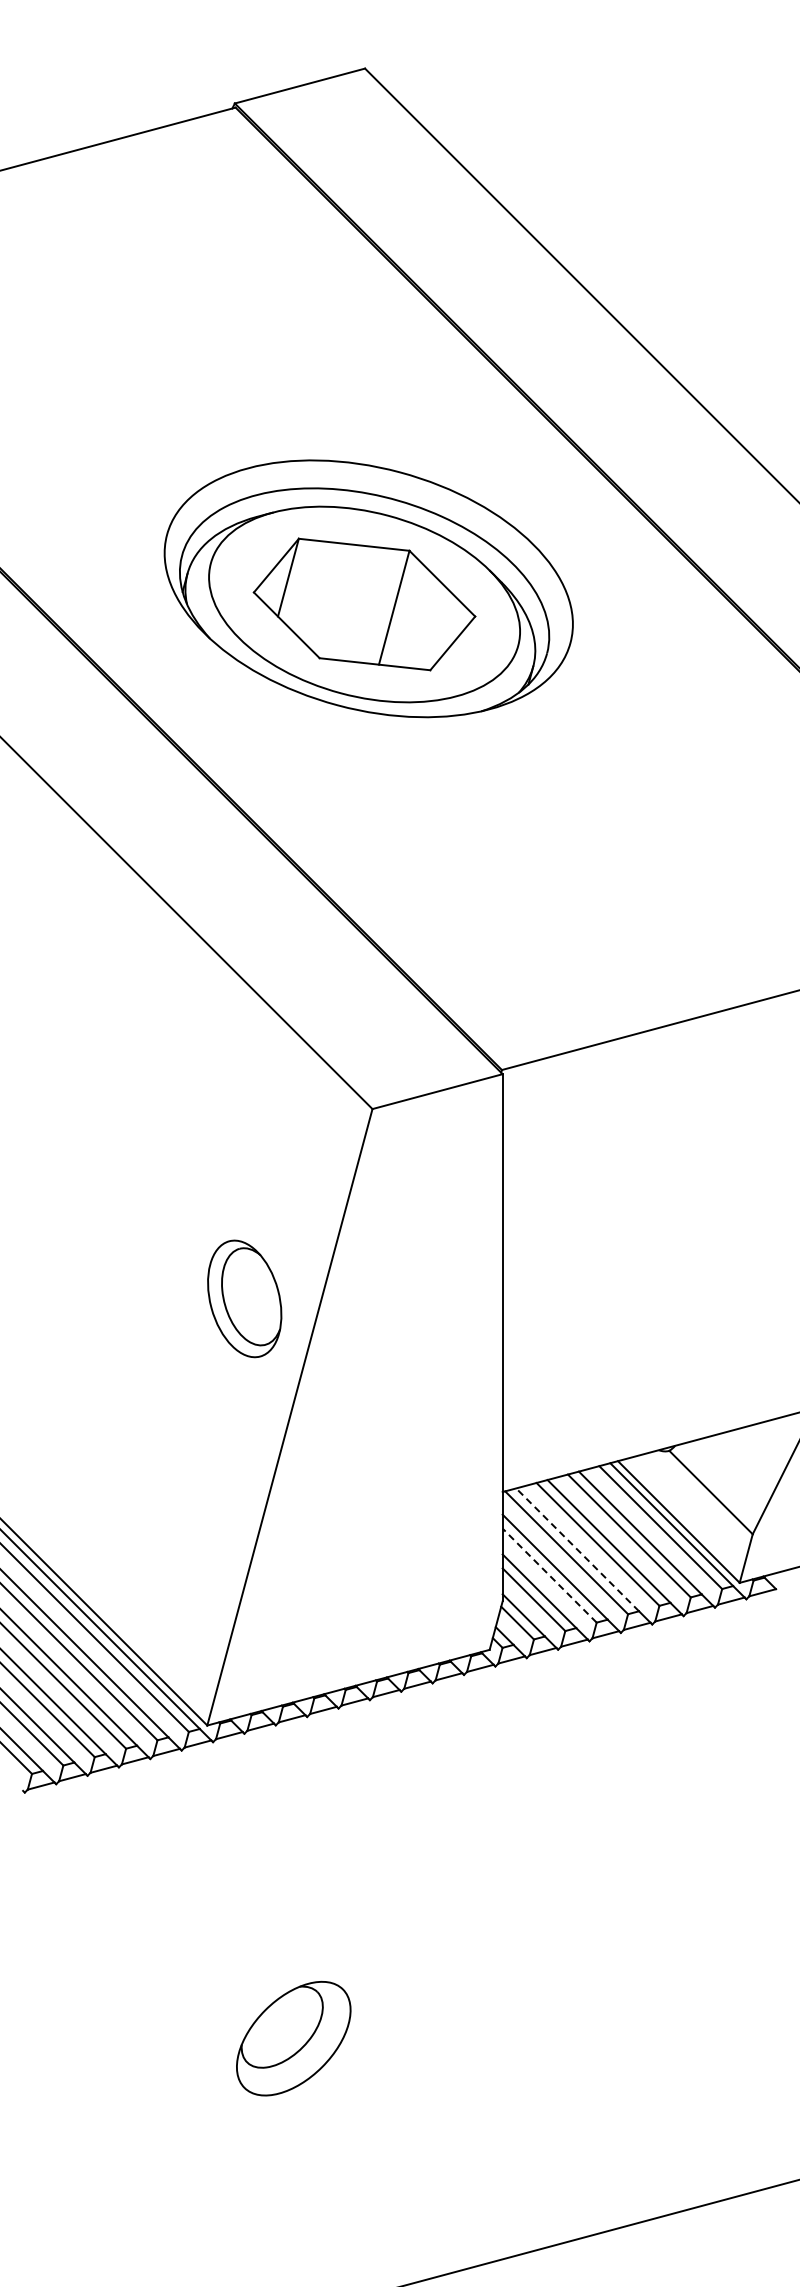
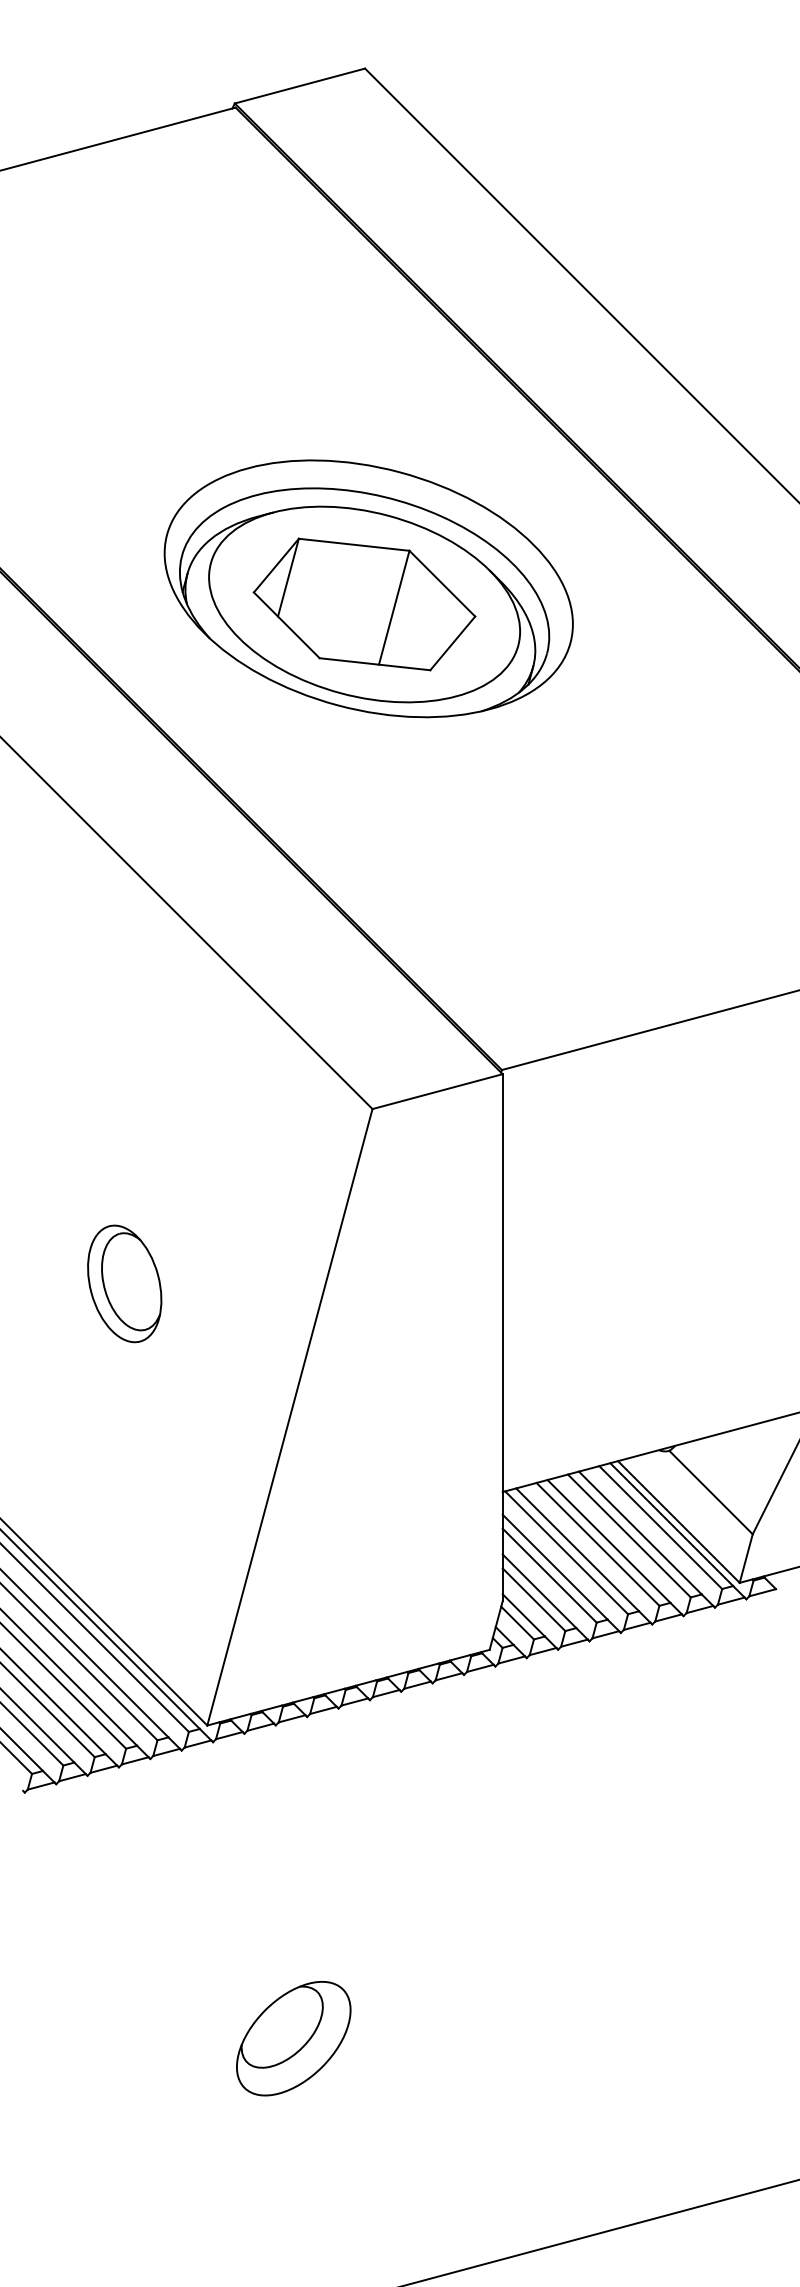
part at (244, 1298) position: (244, 1298) -> (124, 1283)
line at (577, 1549): dashed -> solid
line at (549, 1575): dashed -> solid
